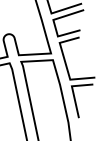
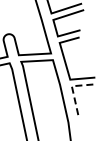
line at (72, 91): solid -> dashed
